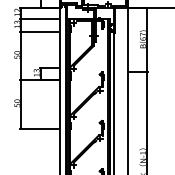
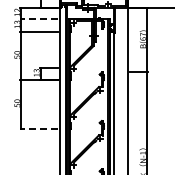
line at (39, 19): solid -> dashed
line at (39, 128): solid -> dashed
